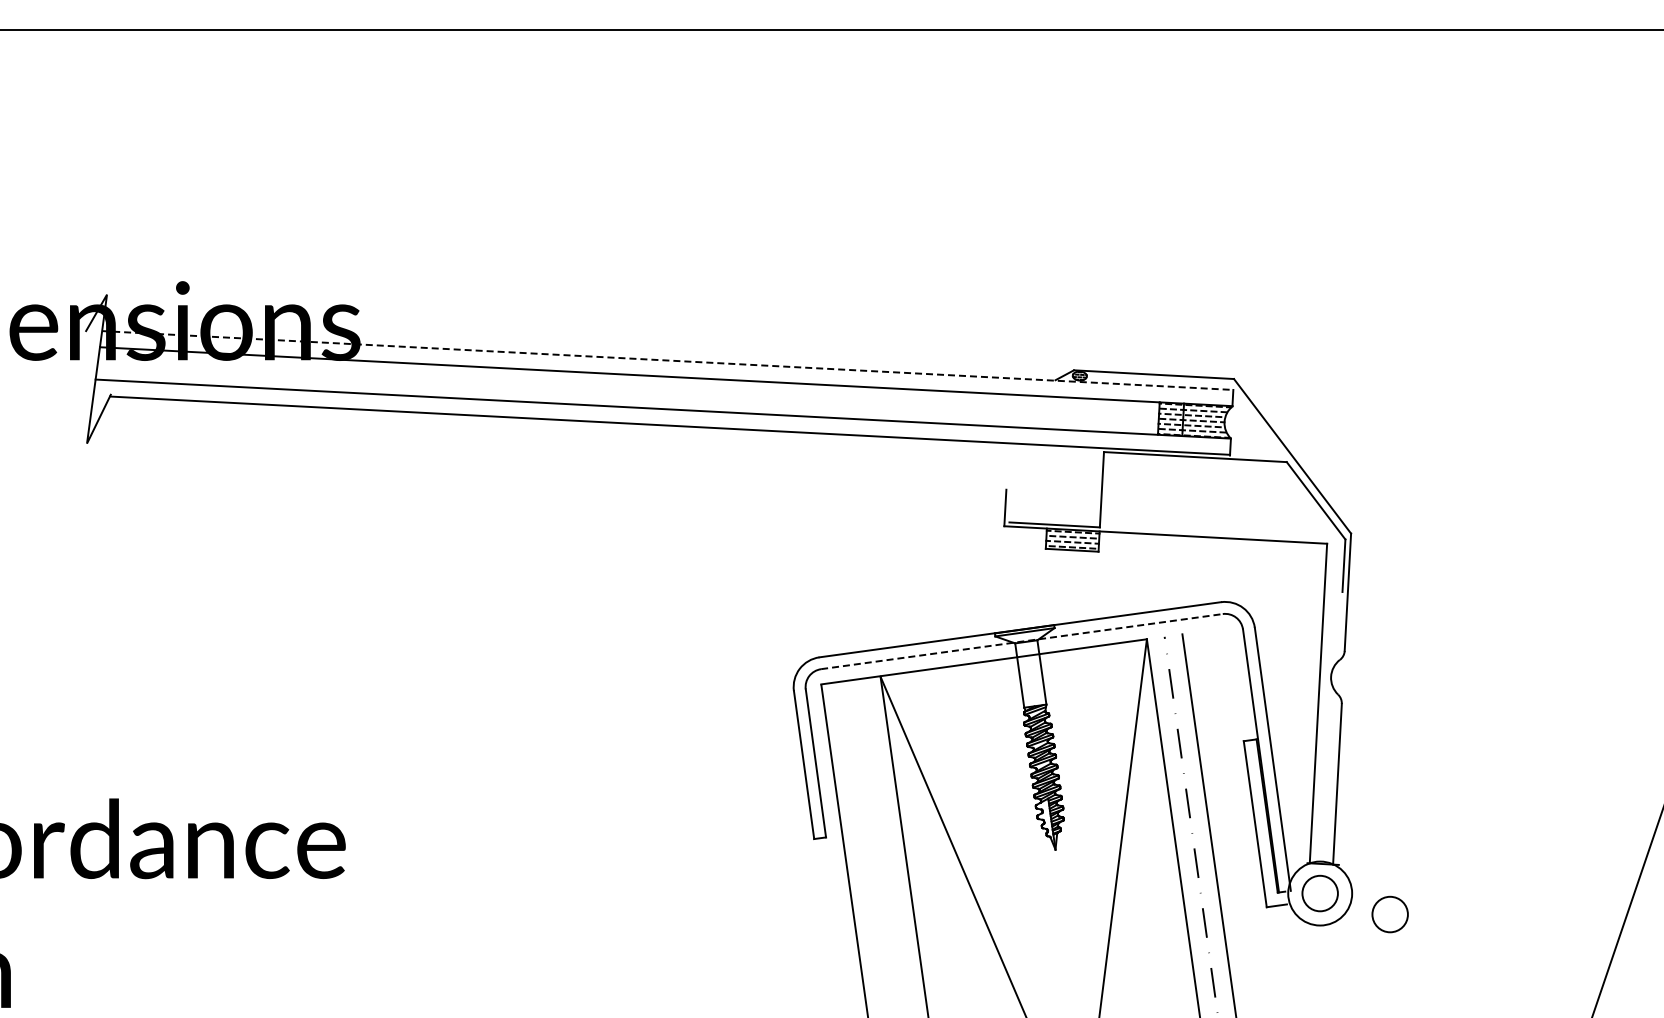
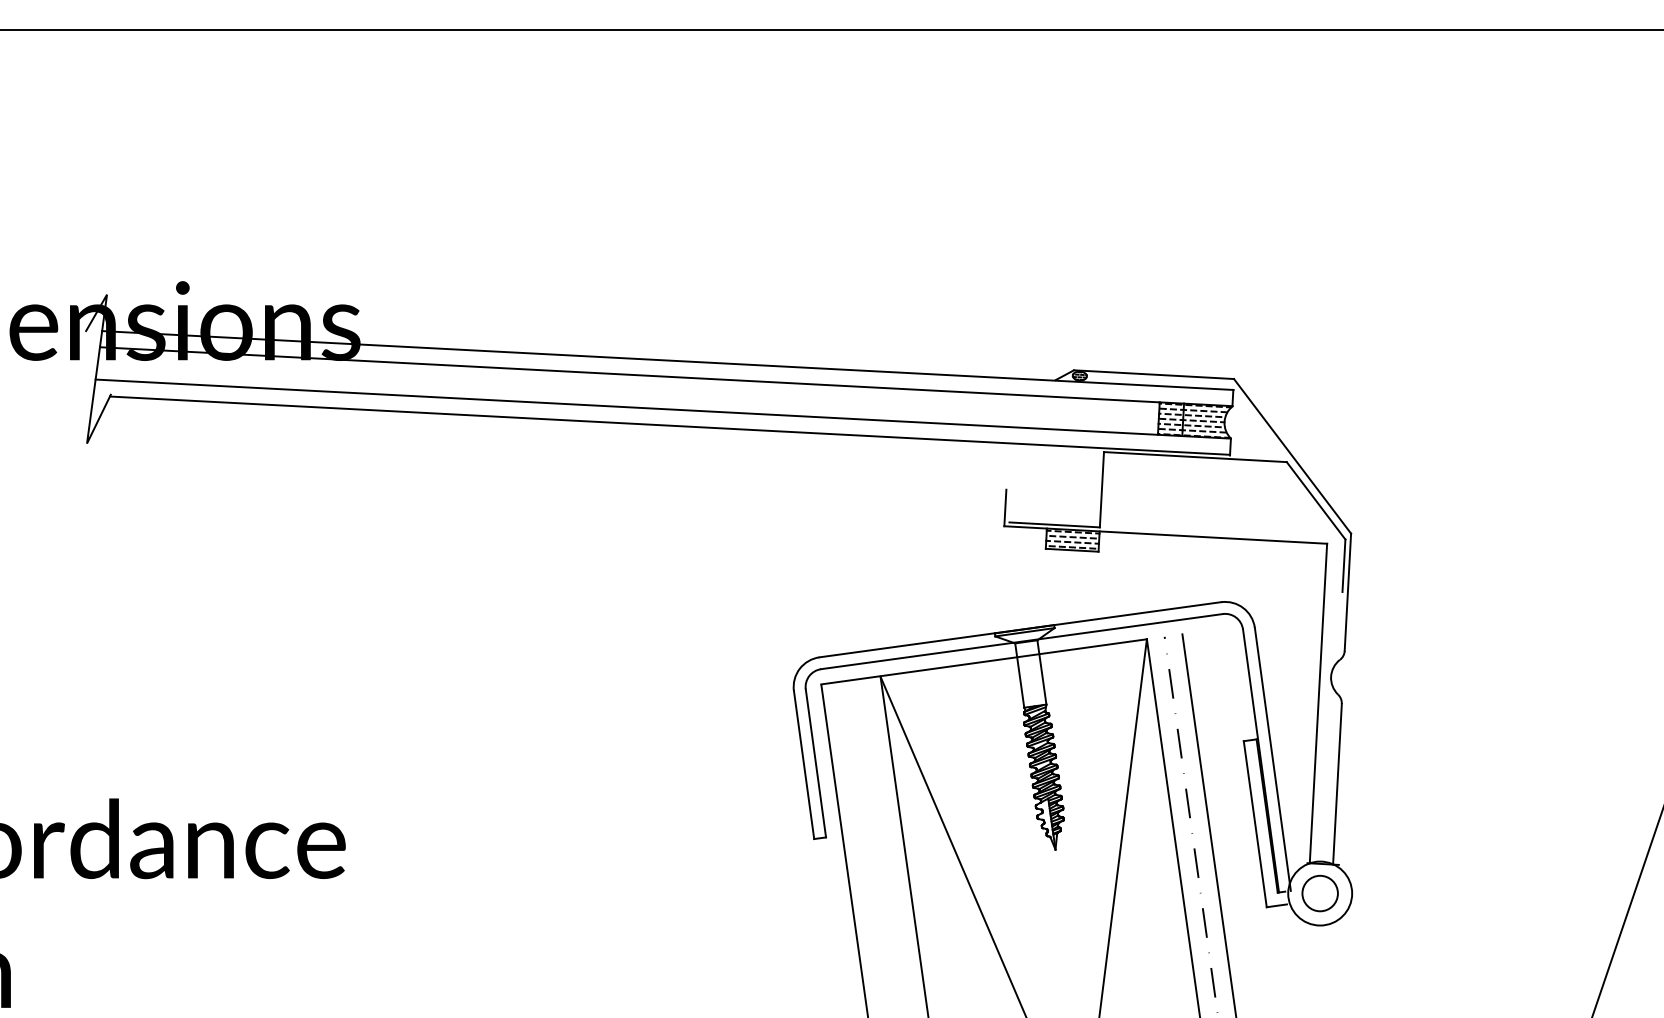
line at (668, 360): dashed -> solid
line at (1021, 641): dashed -> solid
circle at (1389, 914): present -> none
